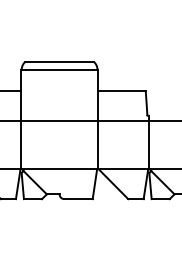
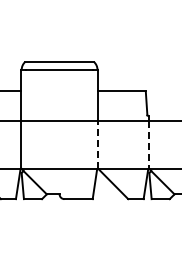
line at (97, 144): solid -> dashed
line at (148, 144): solid -> dashed
